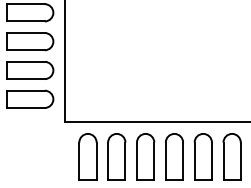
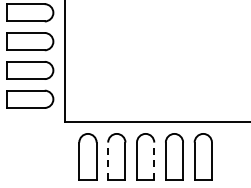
part at (231, 156): present -> none
line at (108, 161): solid -> dashed
line at (154, 161): solid -> dashed
